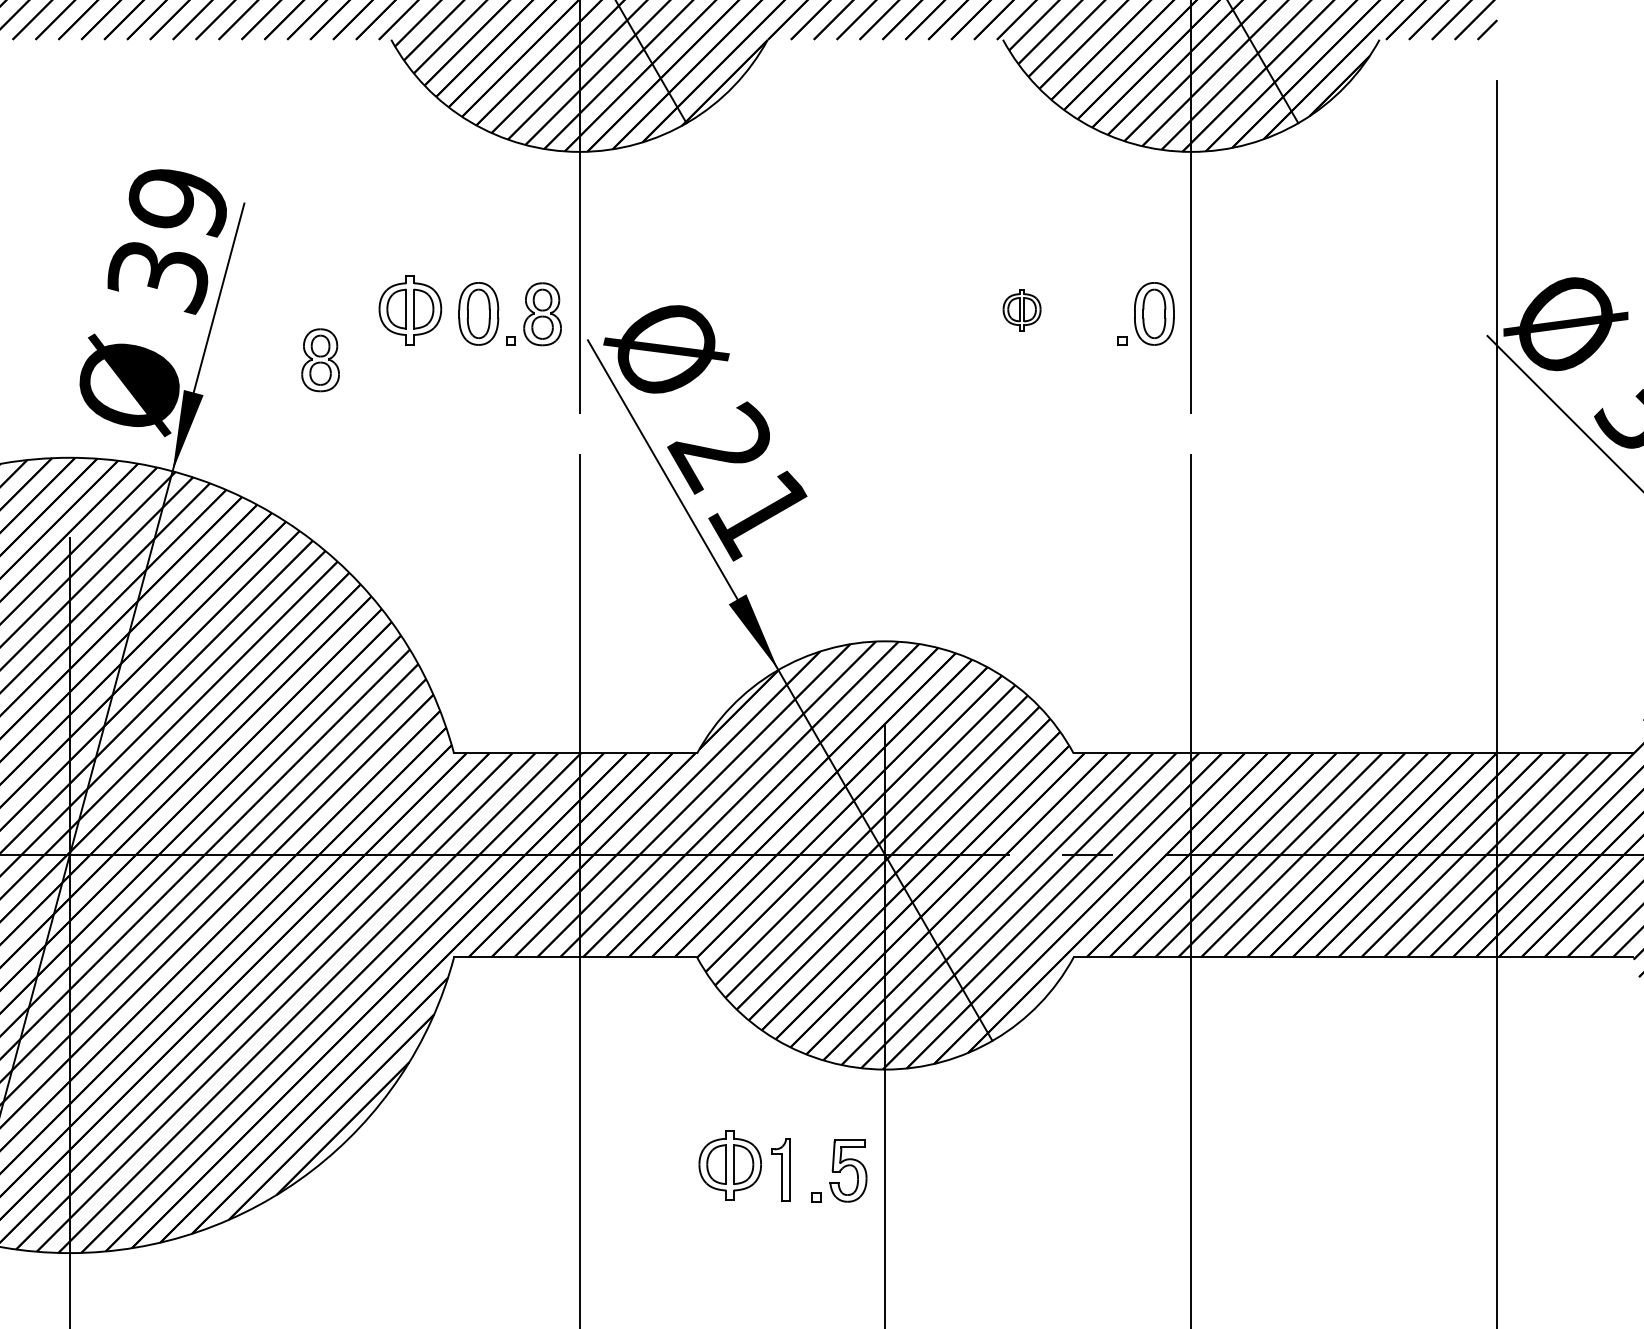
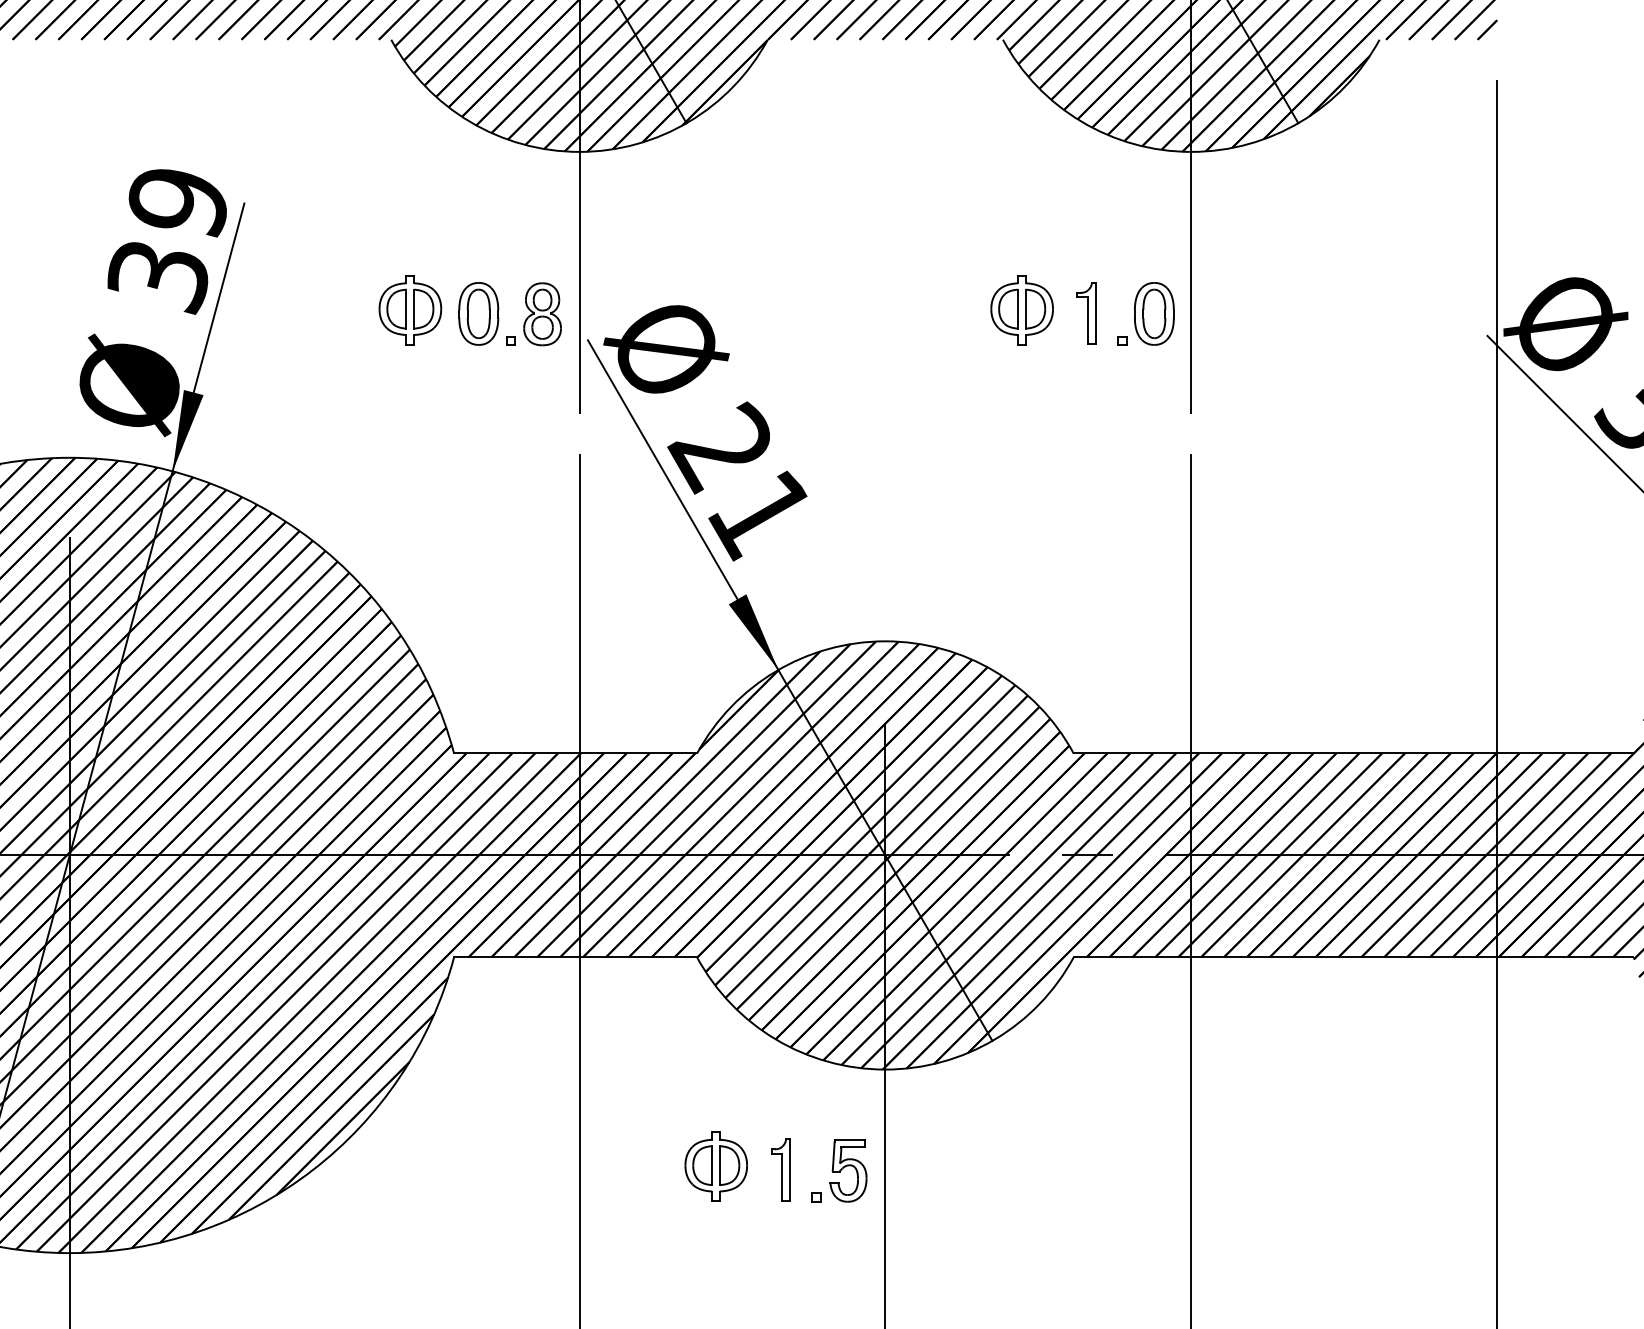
part at (1021, 310) size: 40x43 px -> 64x71 px
part at (1086, 313): none -> present
part at (320, 360): present -> none
part at (729, 1165) position: (729, 1165) -> (715, 1166)
